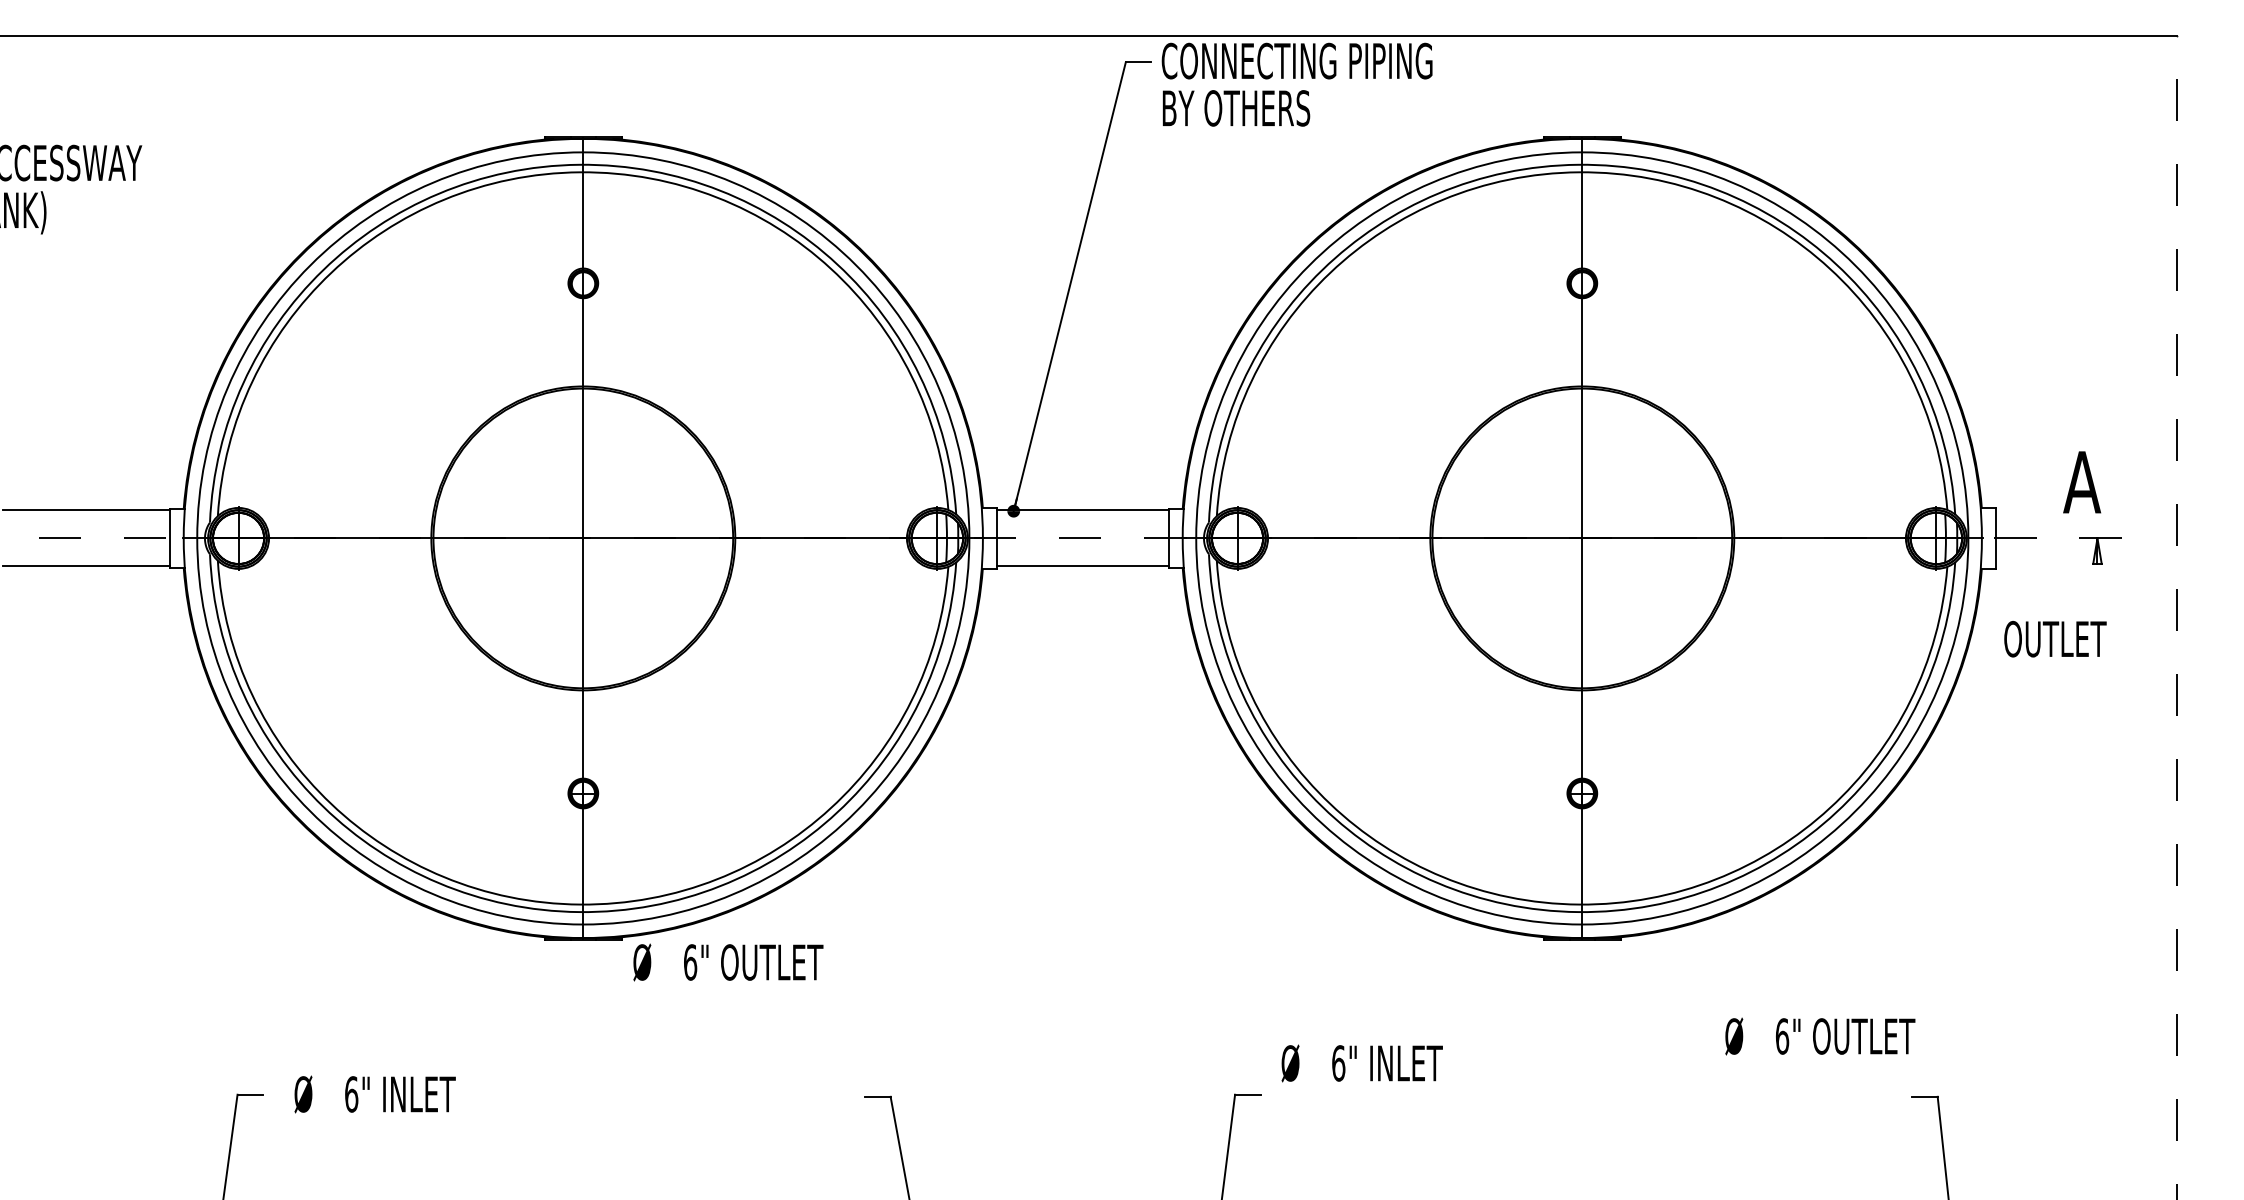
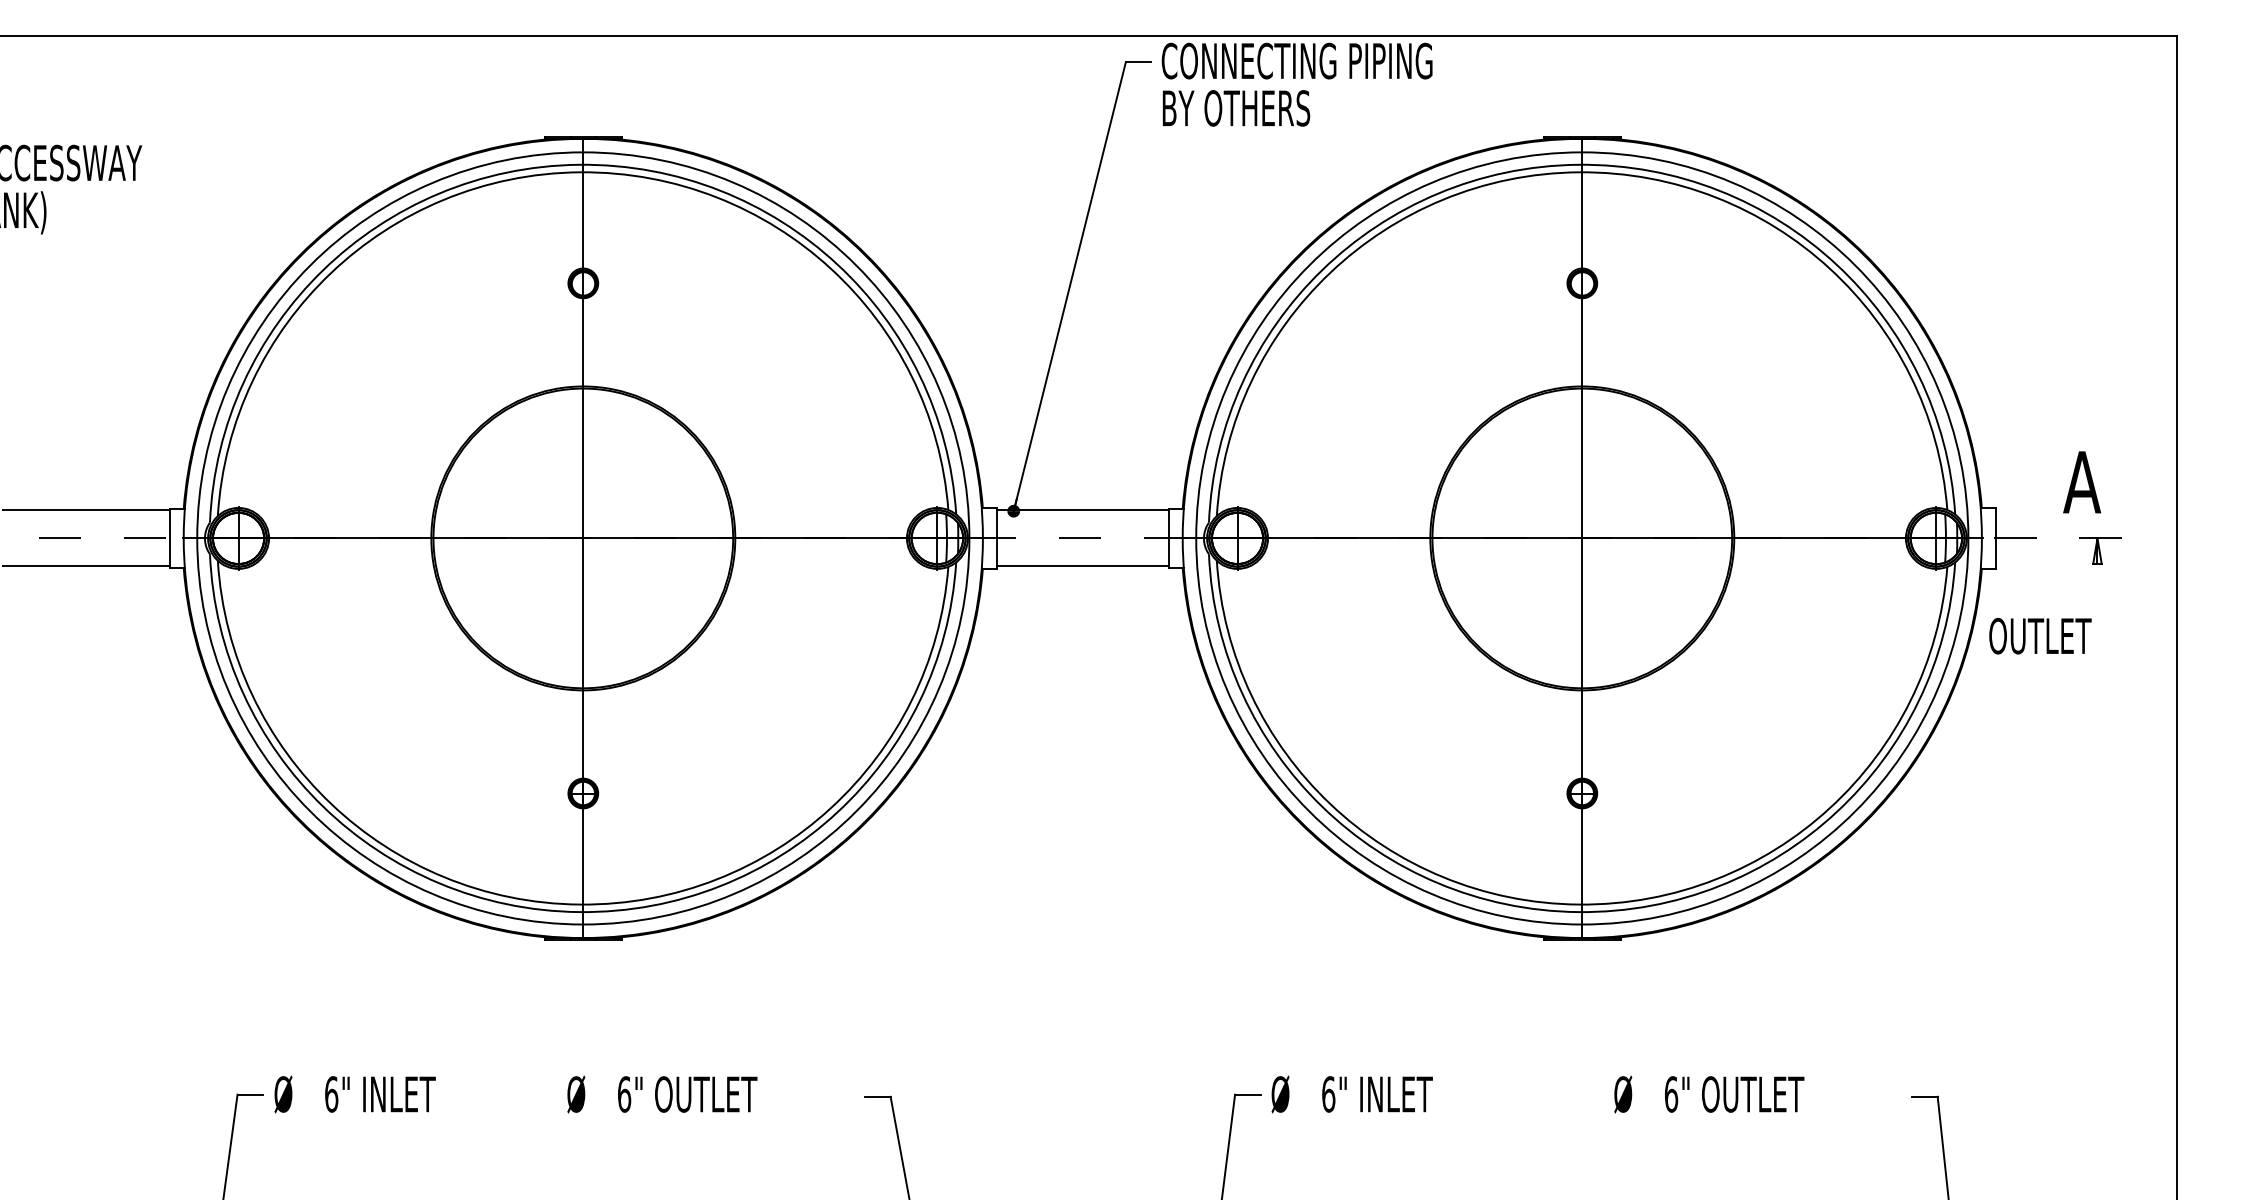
line at (2176, 617): dashed -> solid
text at (2055, 638) position: (2055, 638) -> (2040, 635)
text at (728, 962) position: (728, 962) -> (662, 1094)
text at (1820, 1036) position: (1820, 1036) -> (1709, 1094)
text at (1361, 1063) position: (1361, 1063) -> (1351, 1094)
text at (374, 1094) position: (374, 1094) -> (354, 1094)
